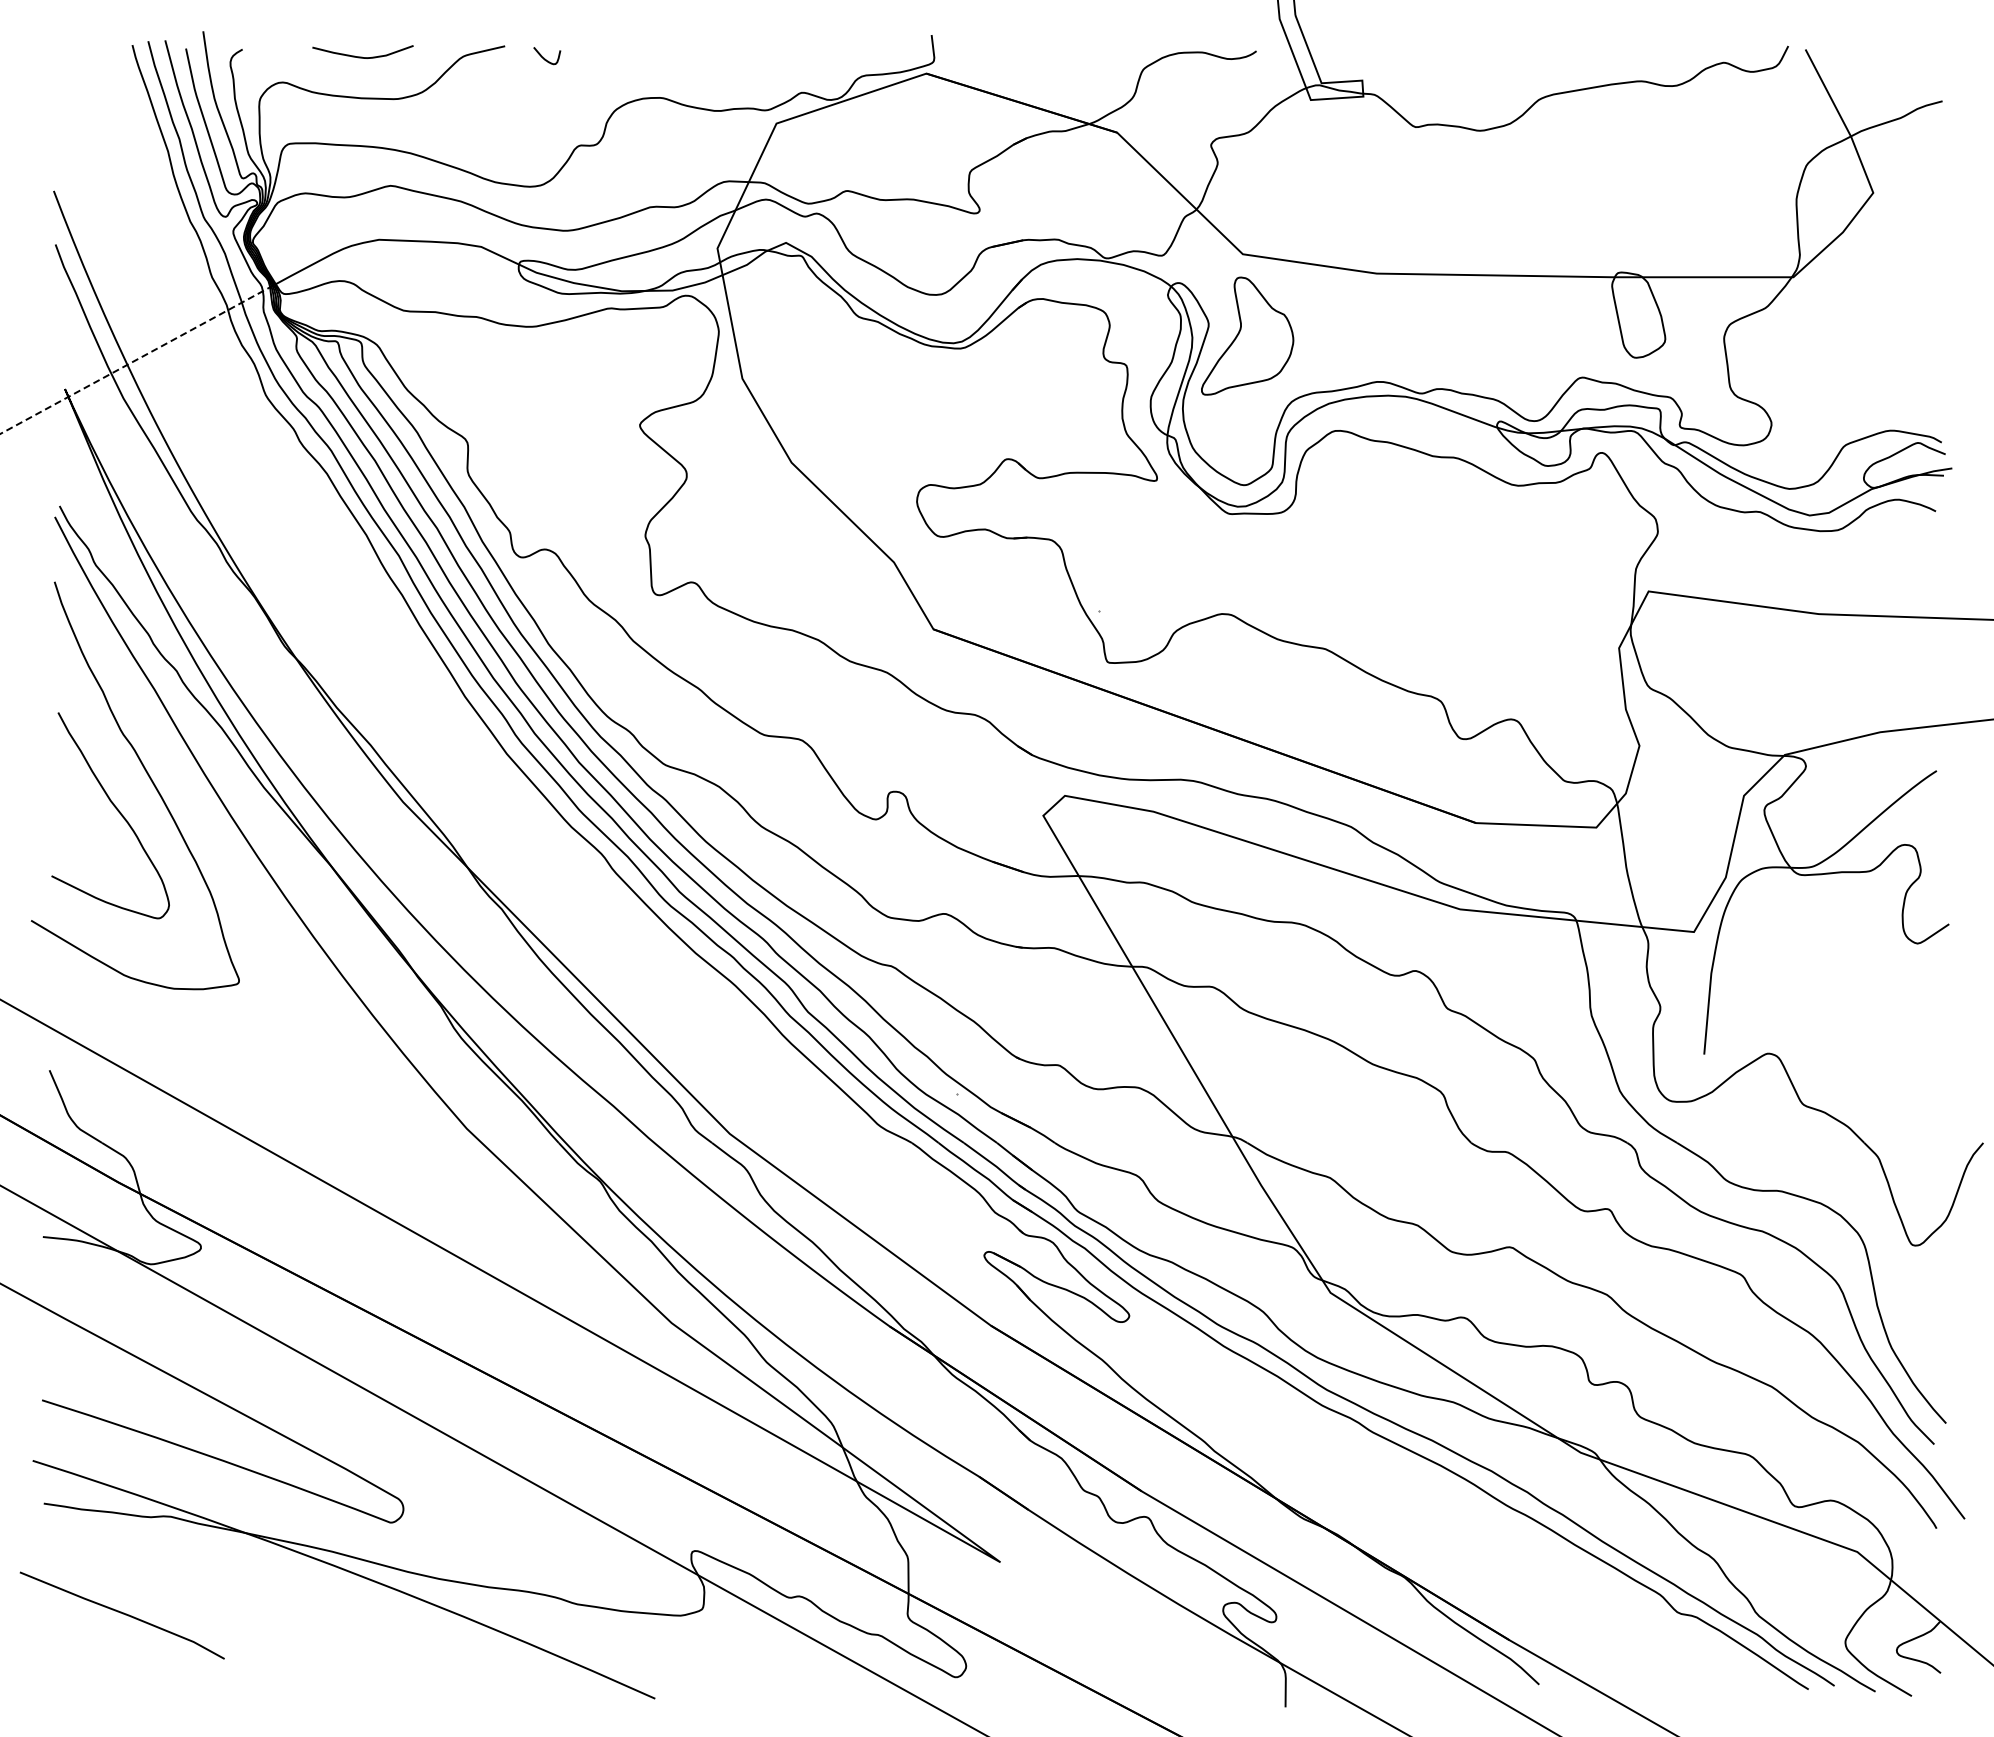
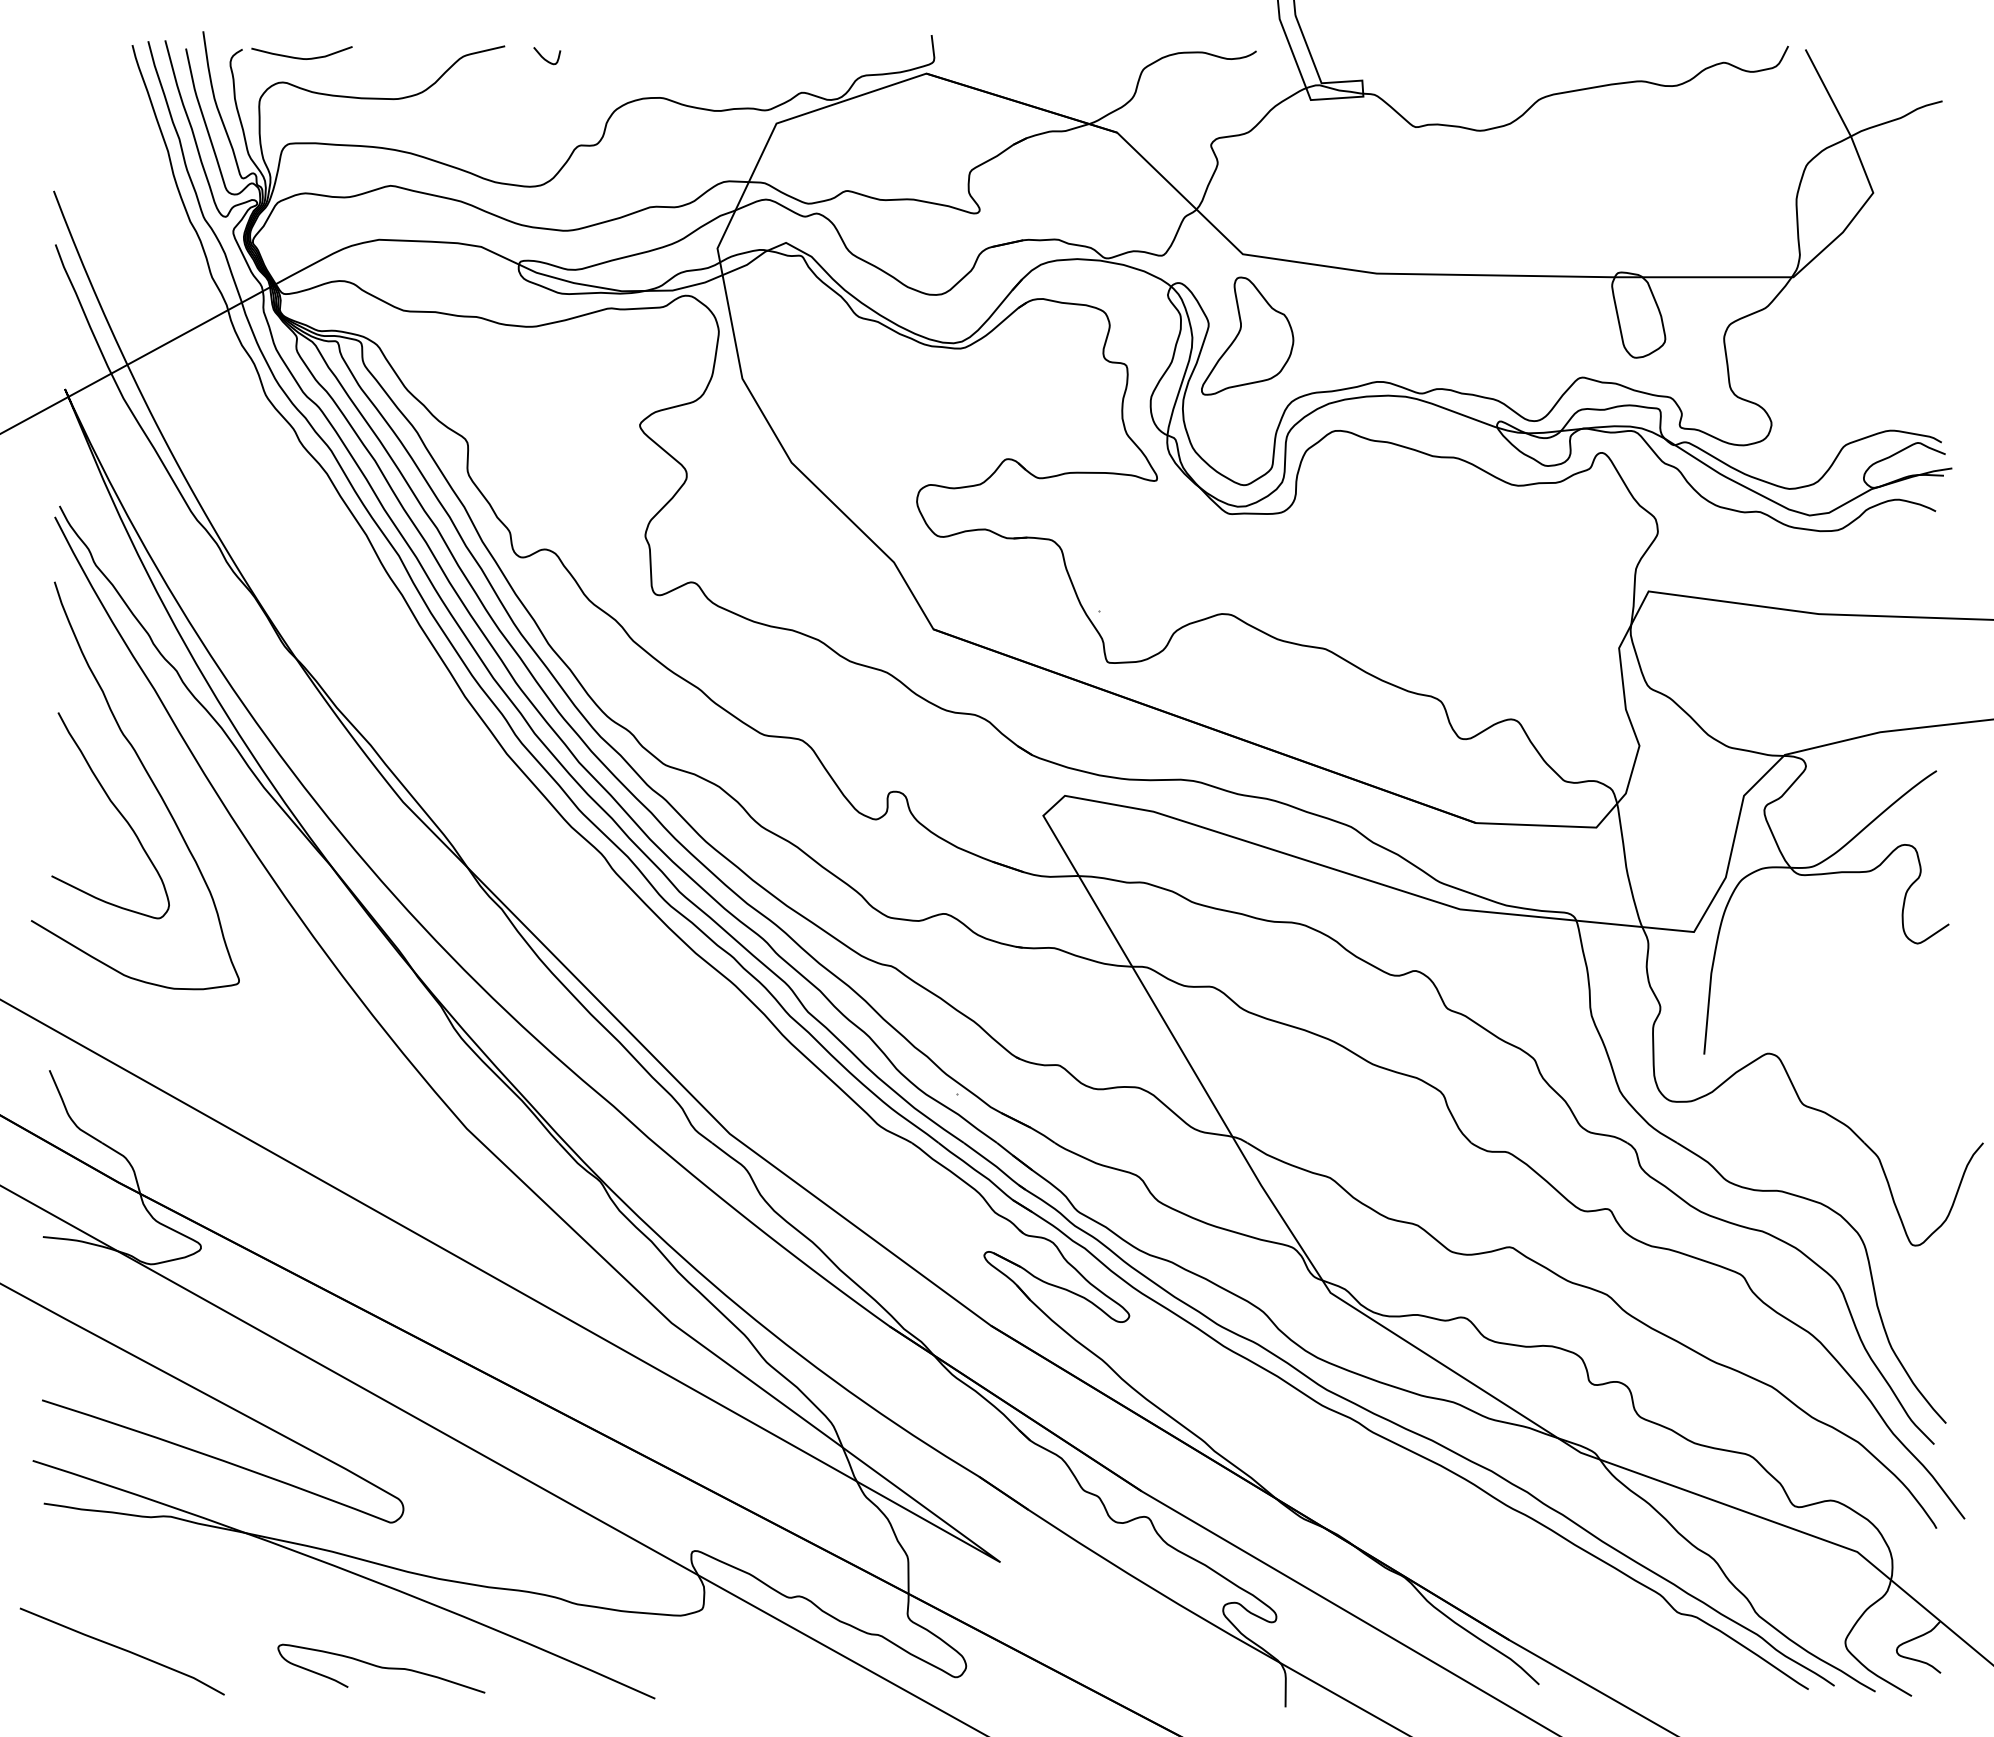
curve at (362, 56) position: (362, 56) -> (301, 57)
line at (137, 359): dashed -> solid
line at (122, 1614) position: (122, 1614) -> (122, 1650)
curve at (381, 1668): none -> present
